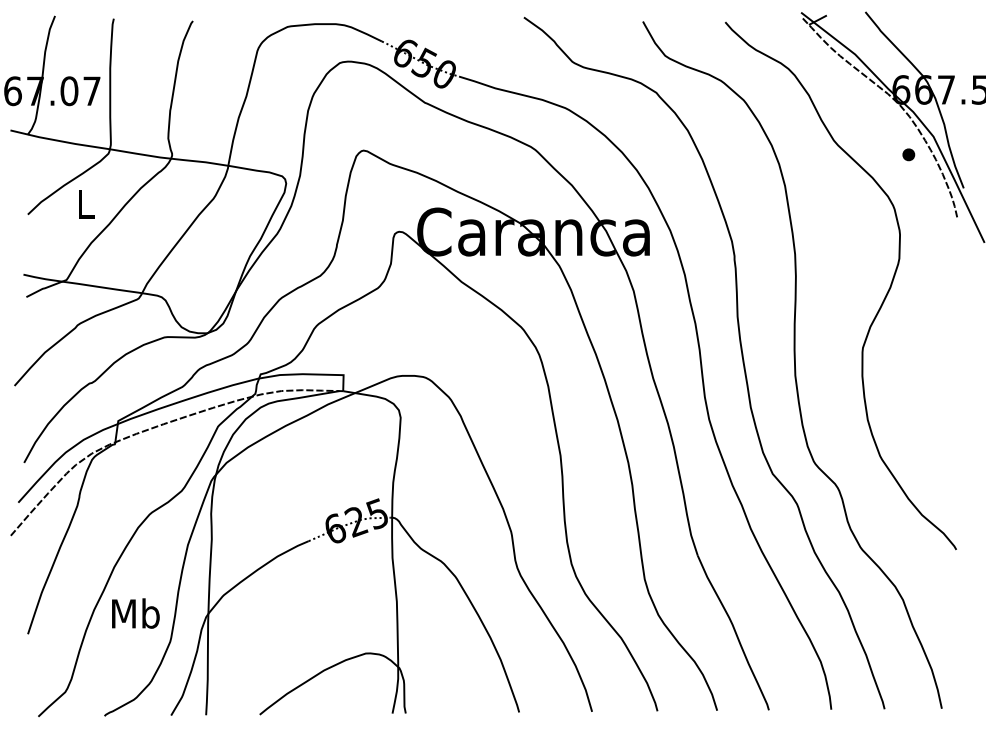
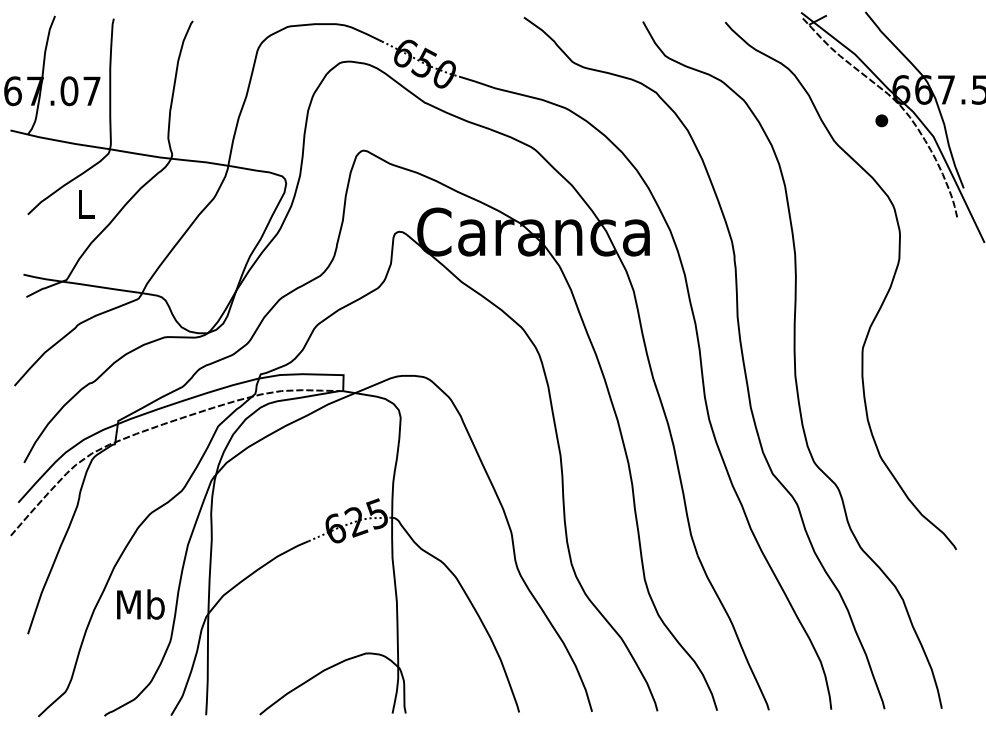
part at (908, 154) position: (908, 154) -> (881, 120)
text at (135, 613) position: (135, 613) -> (140, 604)
